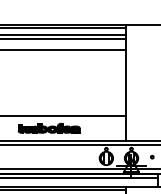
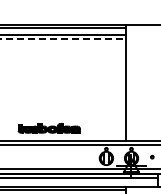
line at (63, 39): solid -> dashed
line at (63, 49): present -> none
line at (63, 115): present -> none
